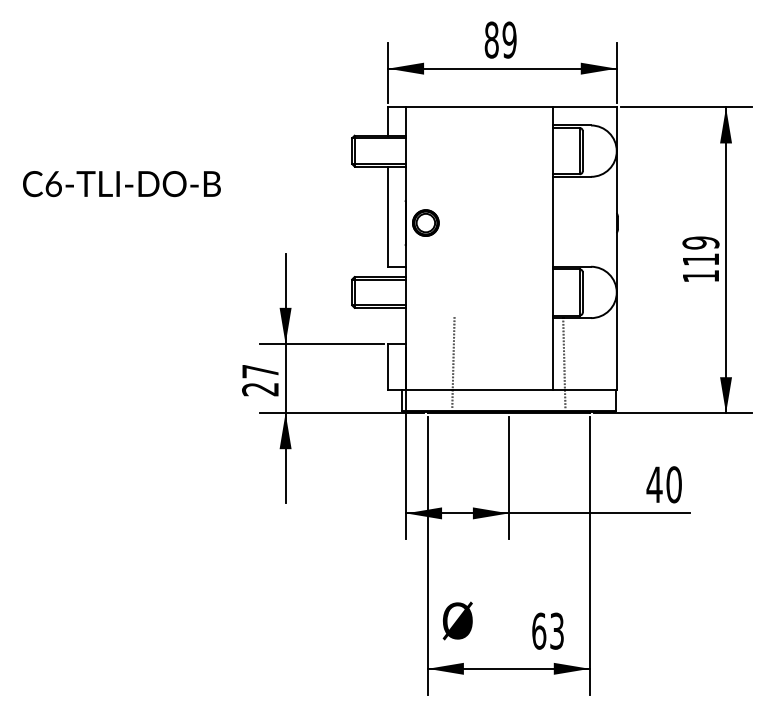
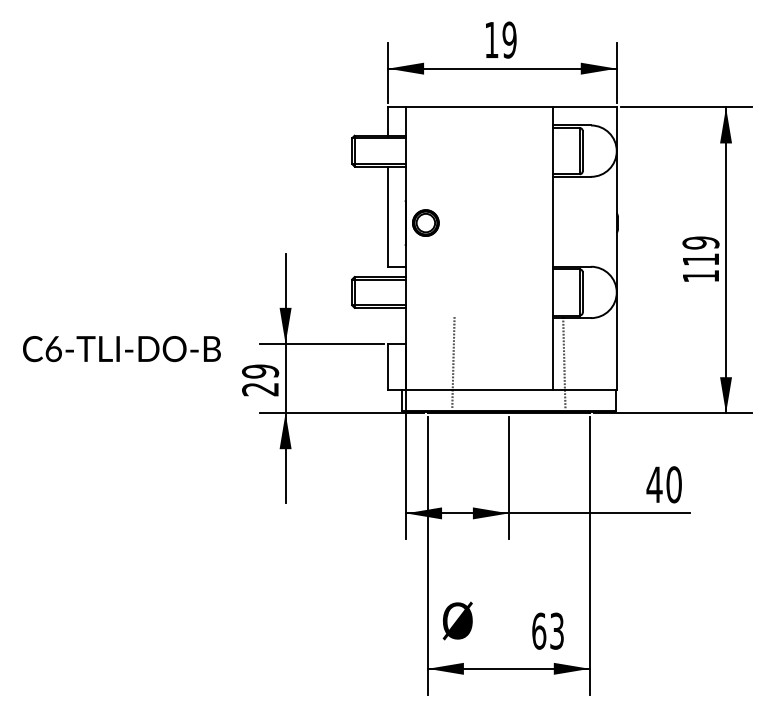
text at (491, 39): 89 -> 19
text at (121, 184) position: (121, 184) -> (121, 349)
text at (260, 371): 27 -> 29
